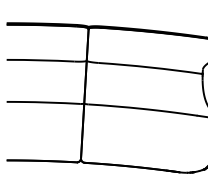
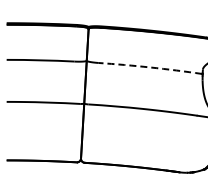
arc at (150, 67): solid -> dashed
